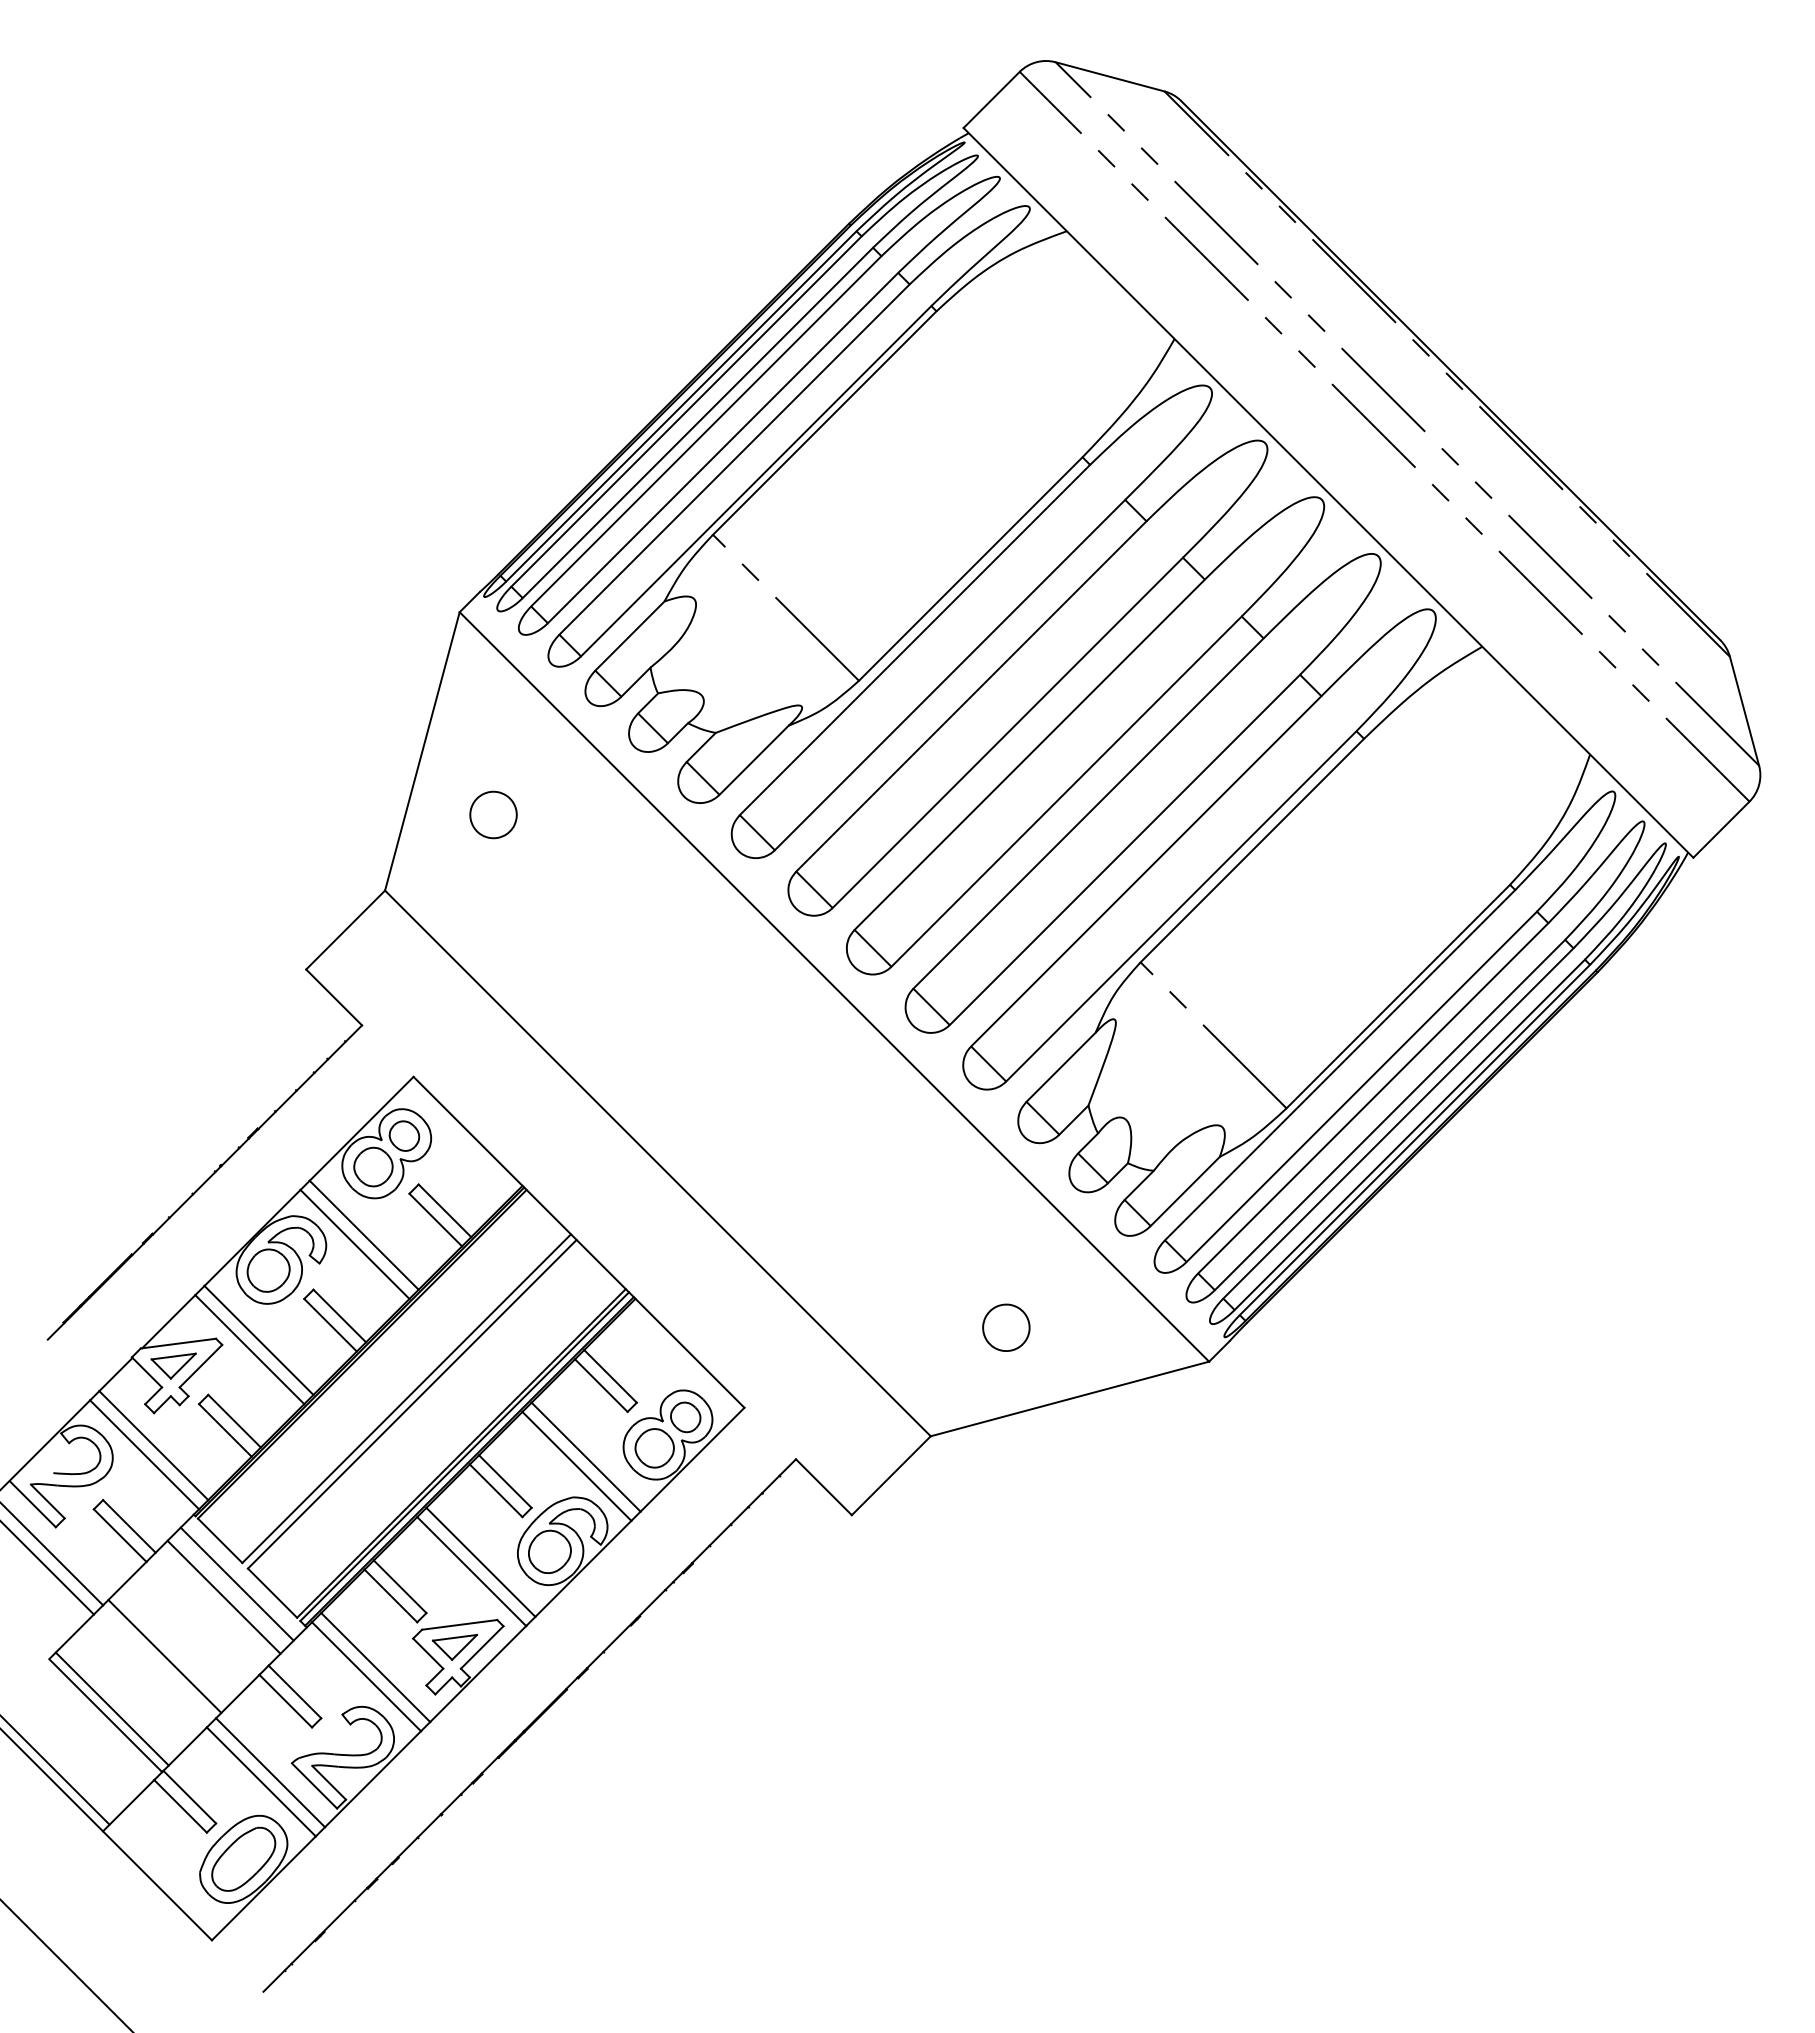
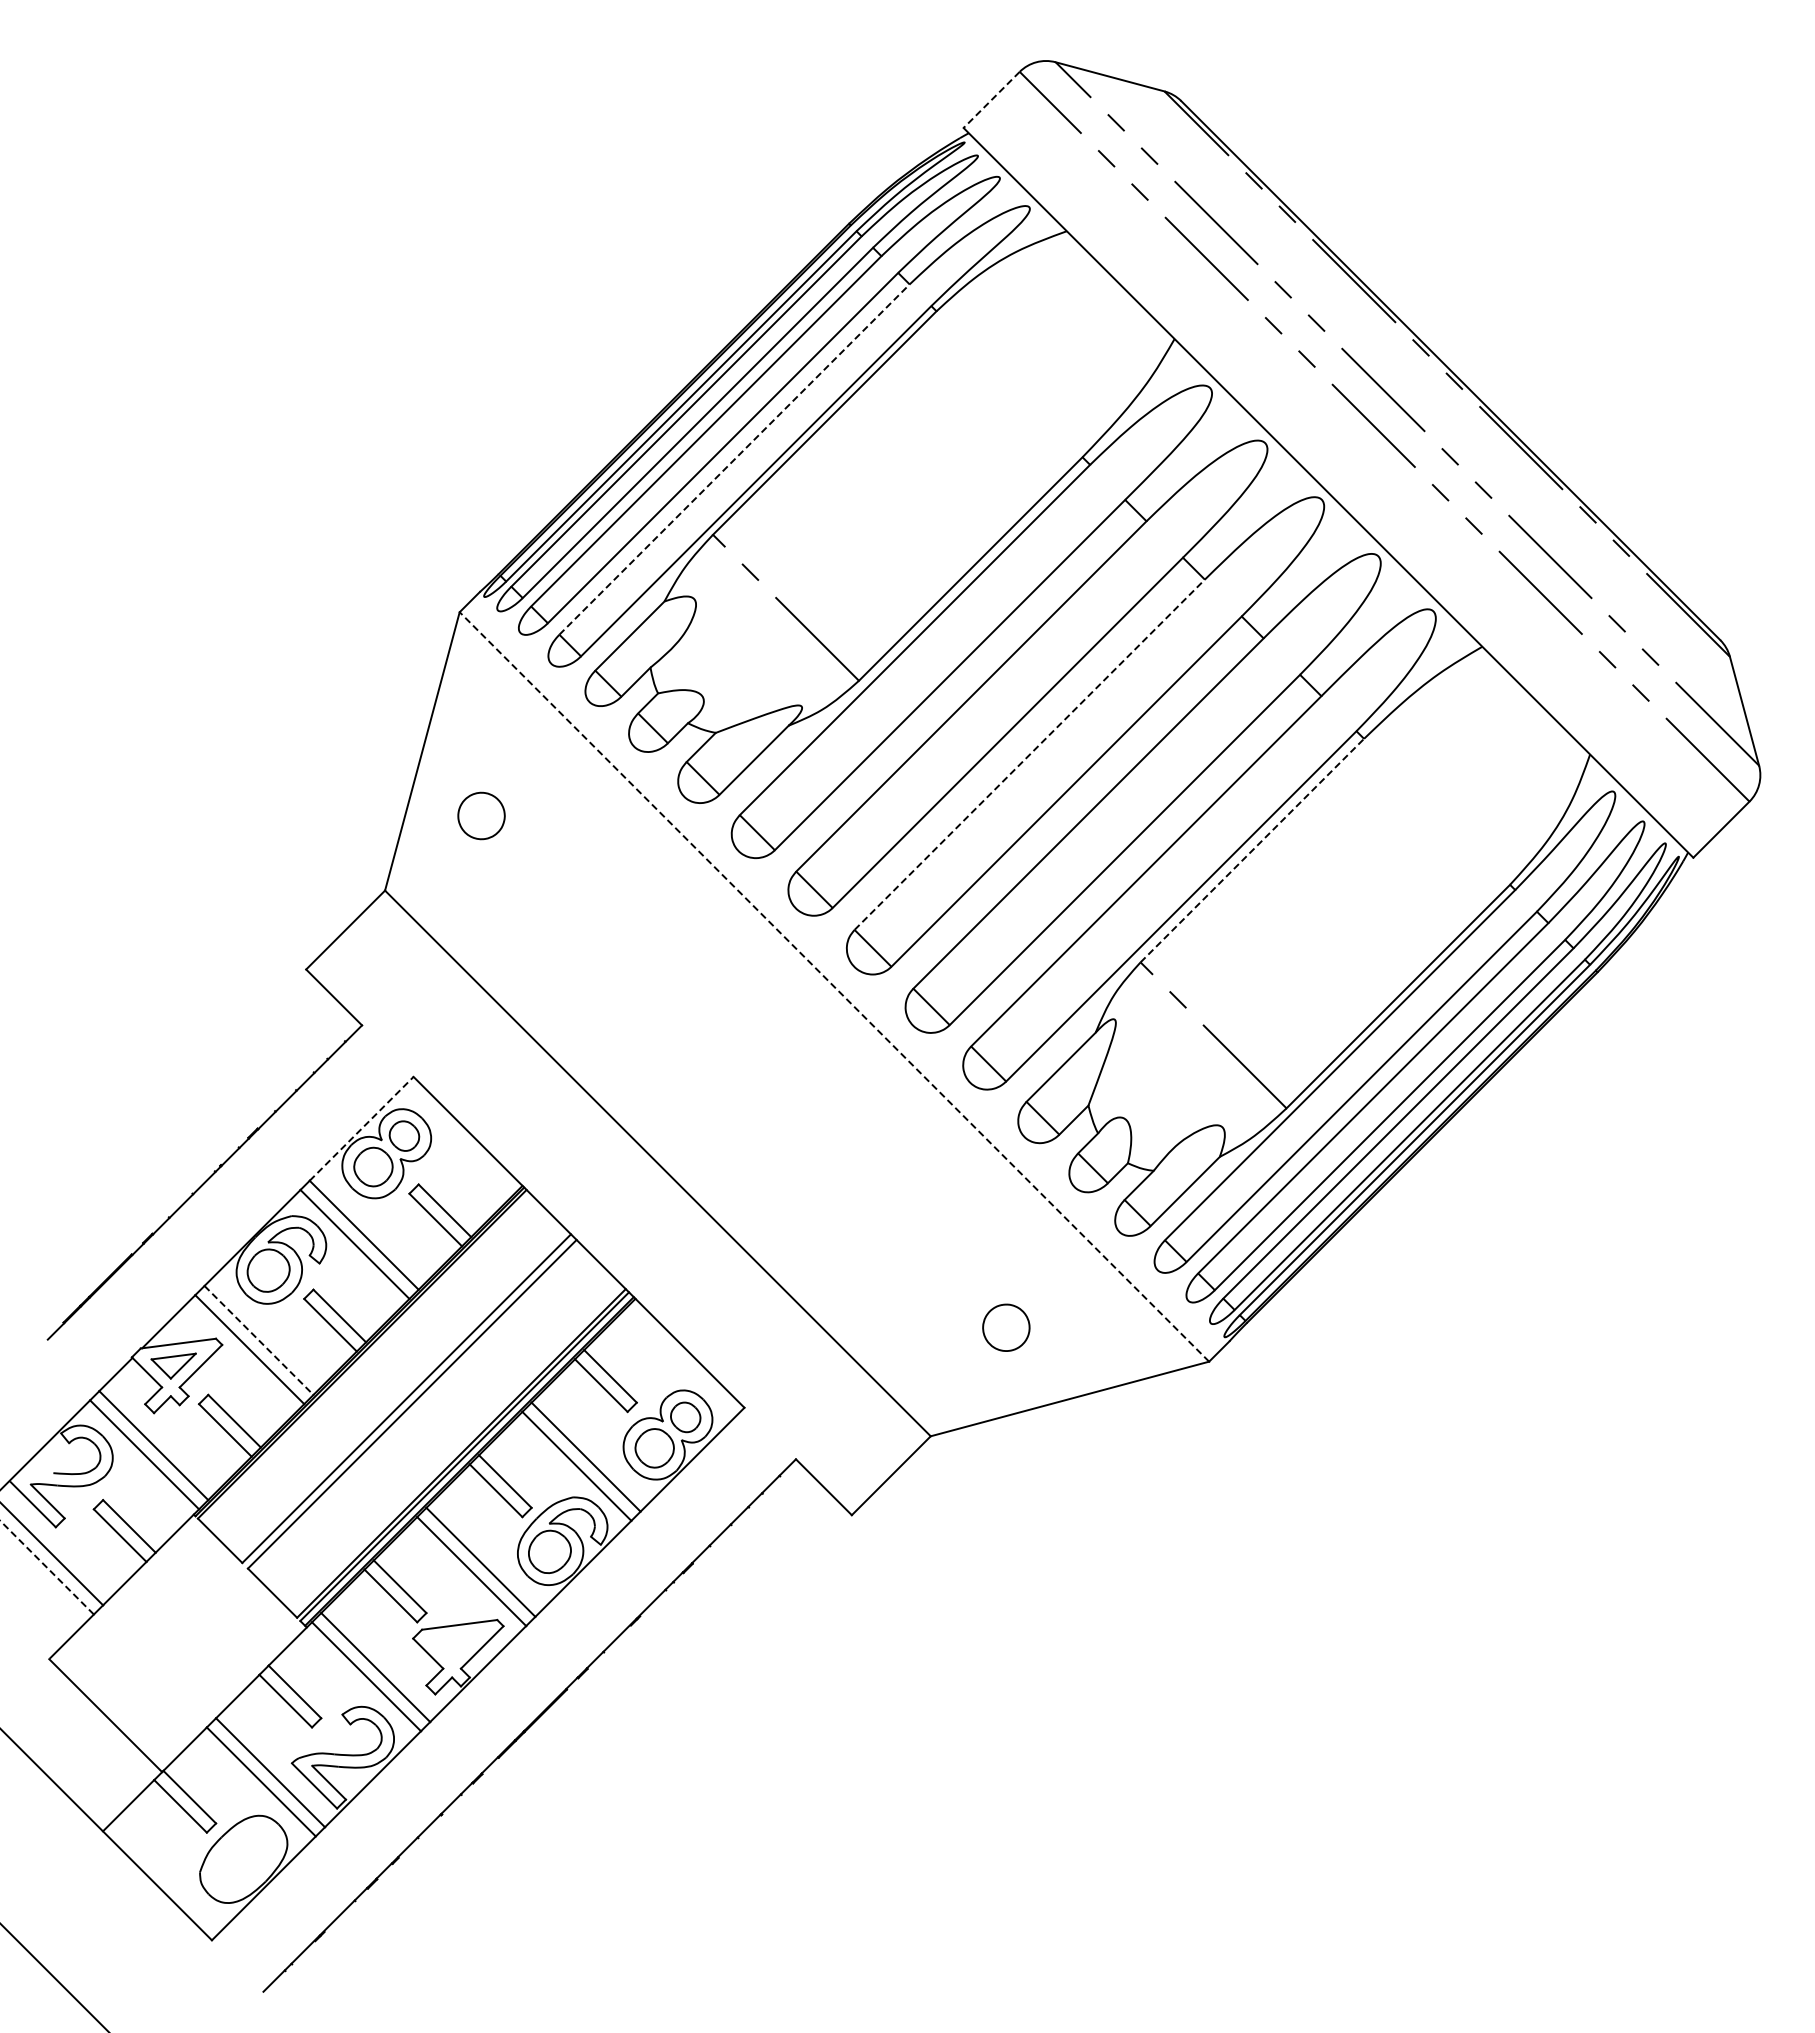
line at (991, 99): solid -> dashed
line at (734, 459): solid -> dashed
line at (1029, 754): solid -> dashed
part at (493, 814) position: (493, 814) -> (481, 815)
line at (1252, 850): solid -> dashed
line at (834, 986): solid -> dashed
line at (362, 1128): solid -> dashed
line at (259, 1340): solid -> dashed
line at (46, 1567): solid -> dashed
line at (236, 1583): present -> none
line at (223, 1596): present -> none
part at (454, 1647): present -> none
line at (164, 1656): present -> none
line at (111, 1708): present -> none
line at (55, 1770): present -> none
part at (243, 1858): present -> none
line at (66, 1965) position: (66, 1965) -> (54, 1977)
